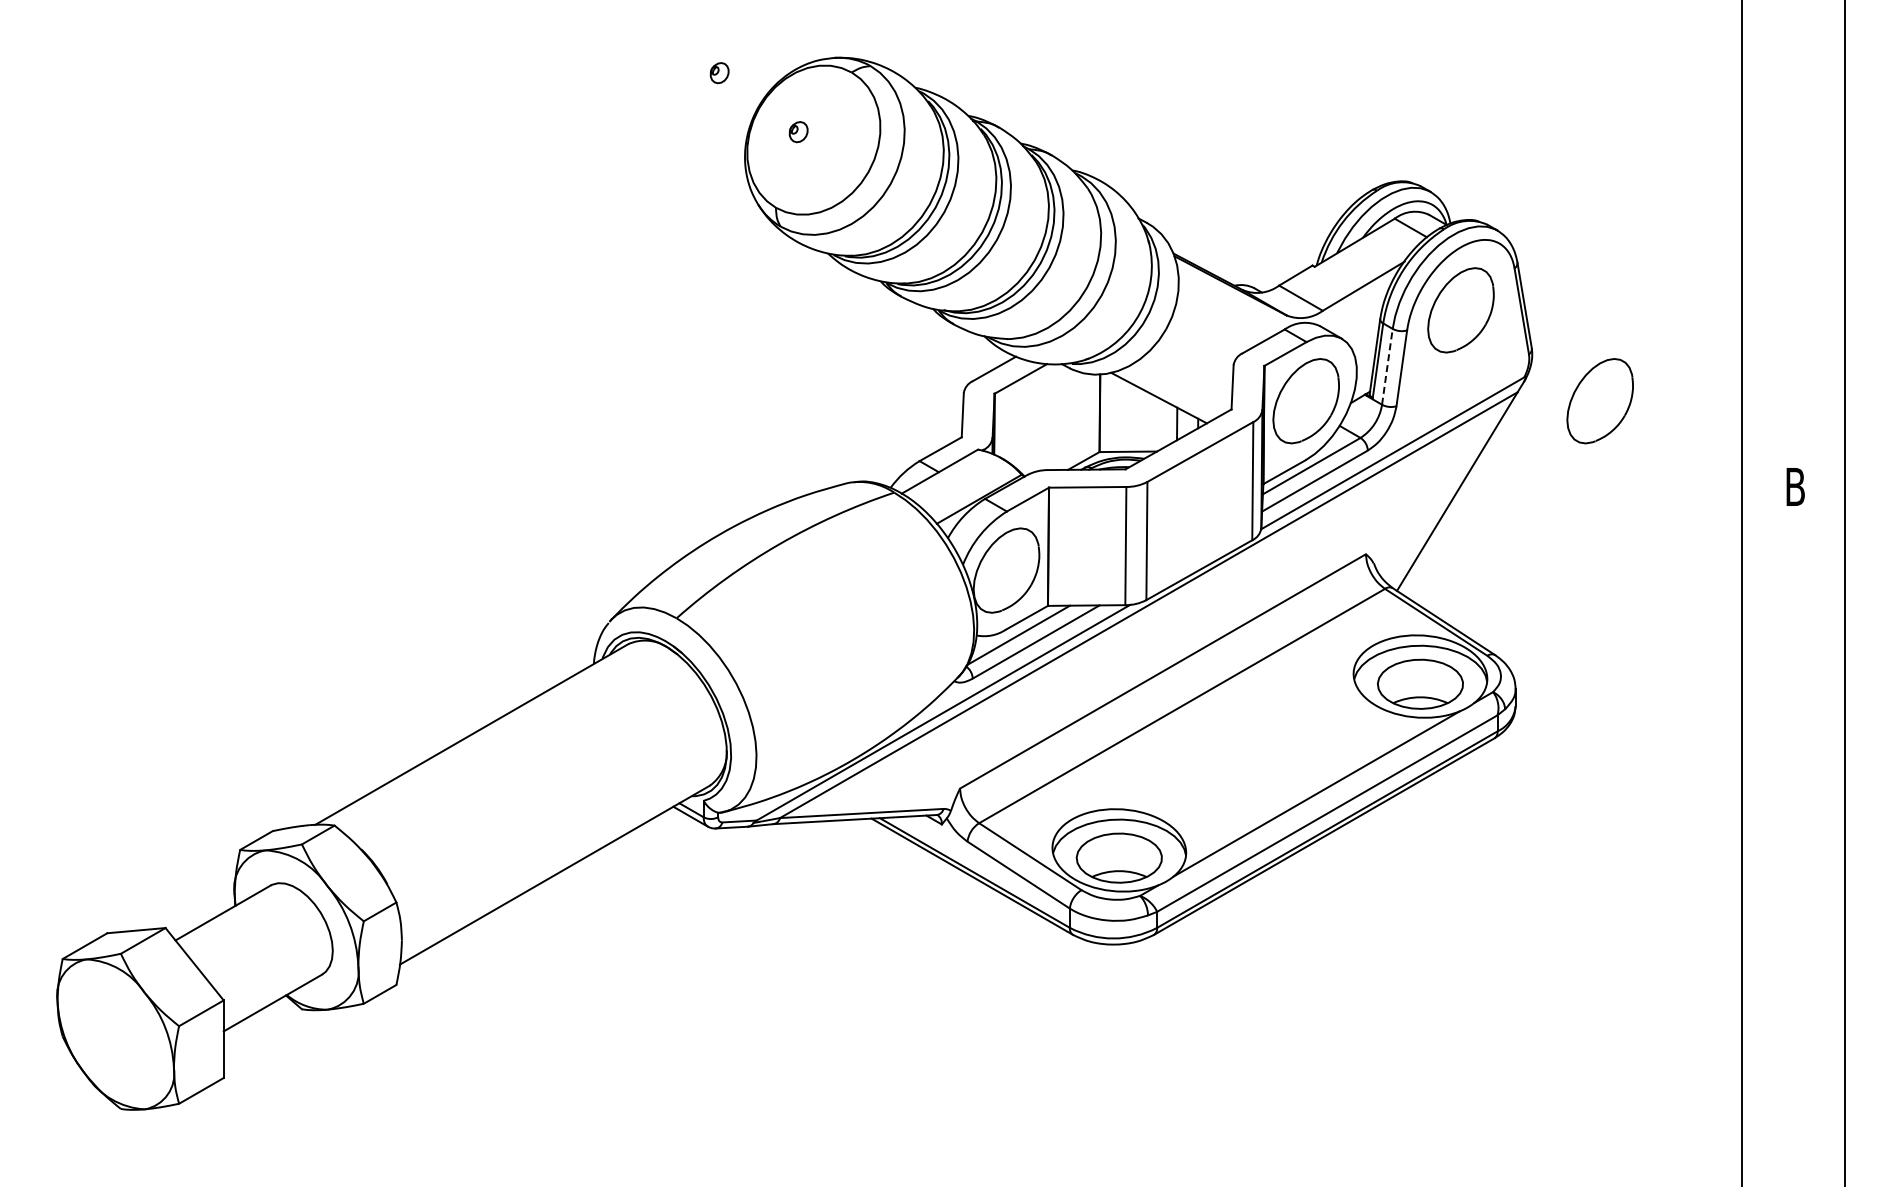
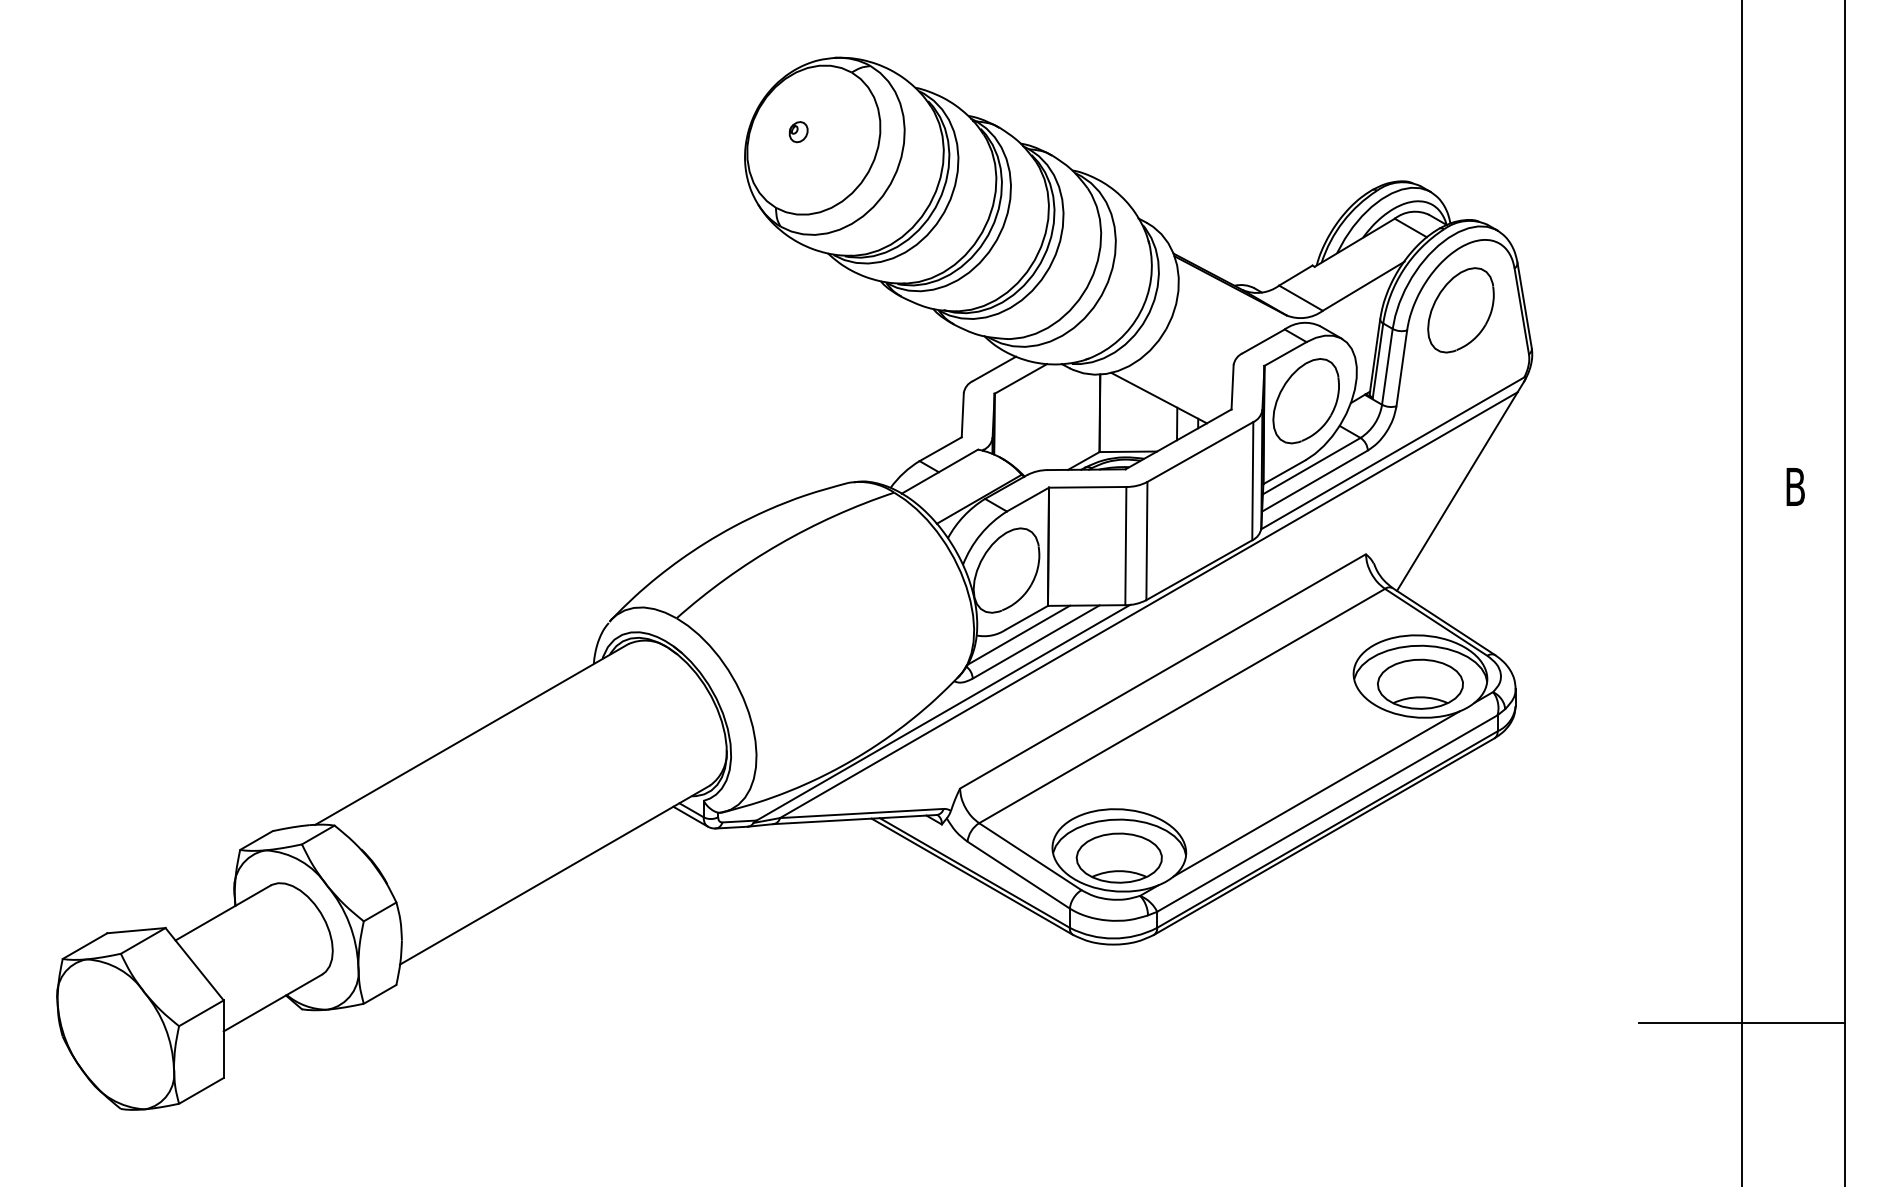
part at (719, 73): present -> none
line at (1387, 366): dashed -> solid
part at (1599, 401): present -> none
line at (1741, 1023): none -> present
